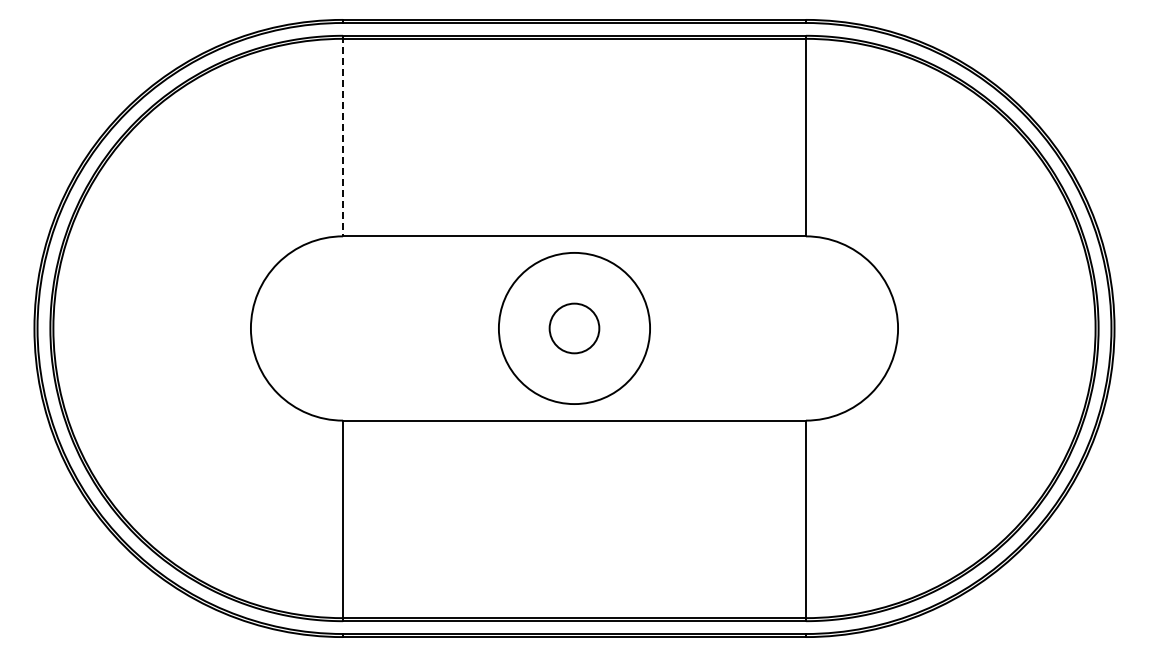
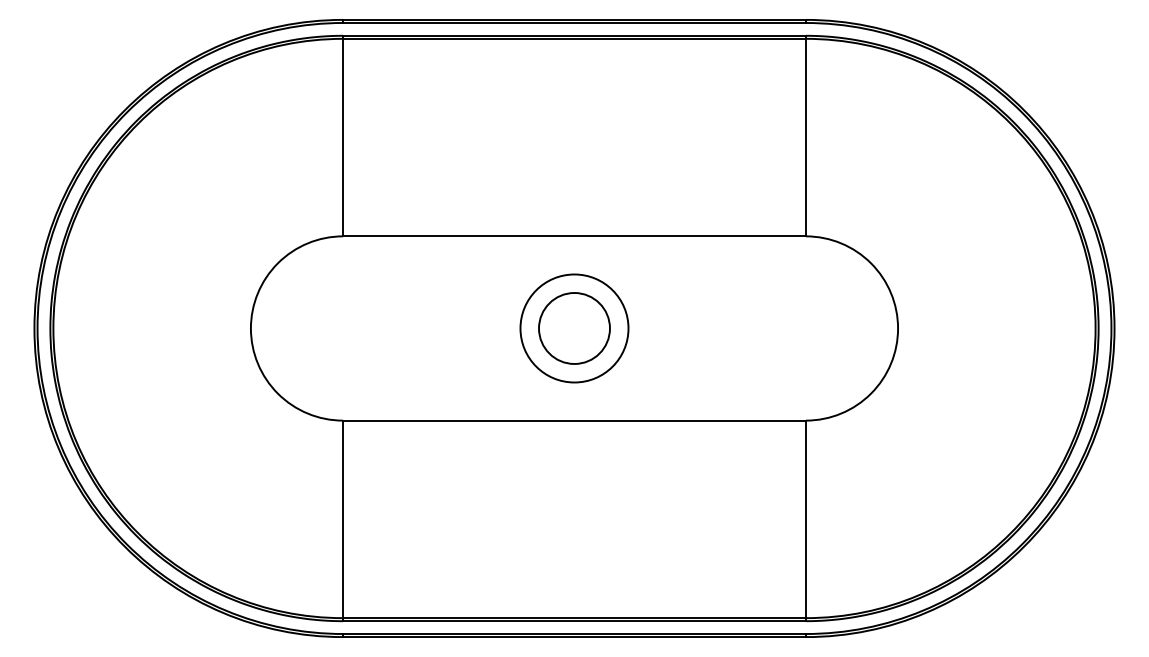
line at (343, 136): dashed -> solid
circle at (574, 328) diameter: 151 px -> 108 px
circle at (574, 328) diameter: 50 px -> 71 px
